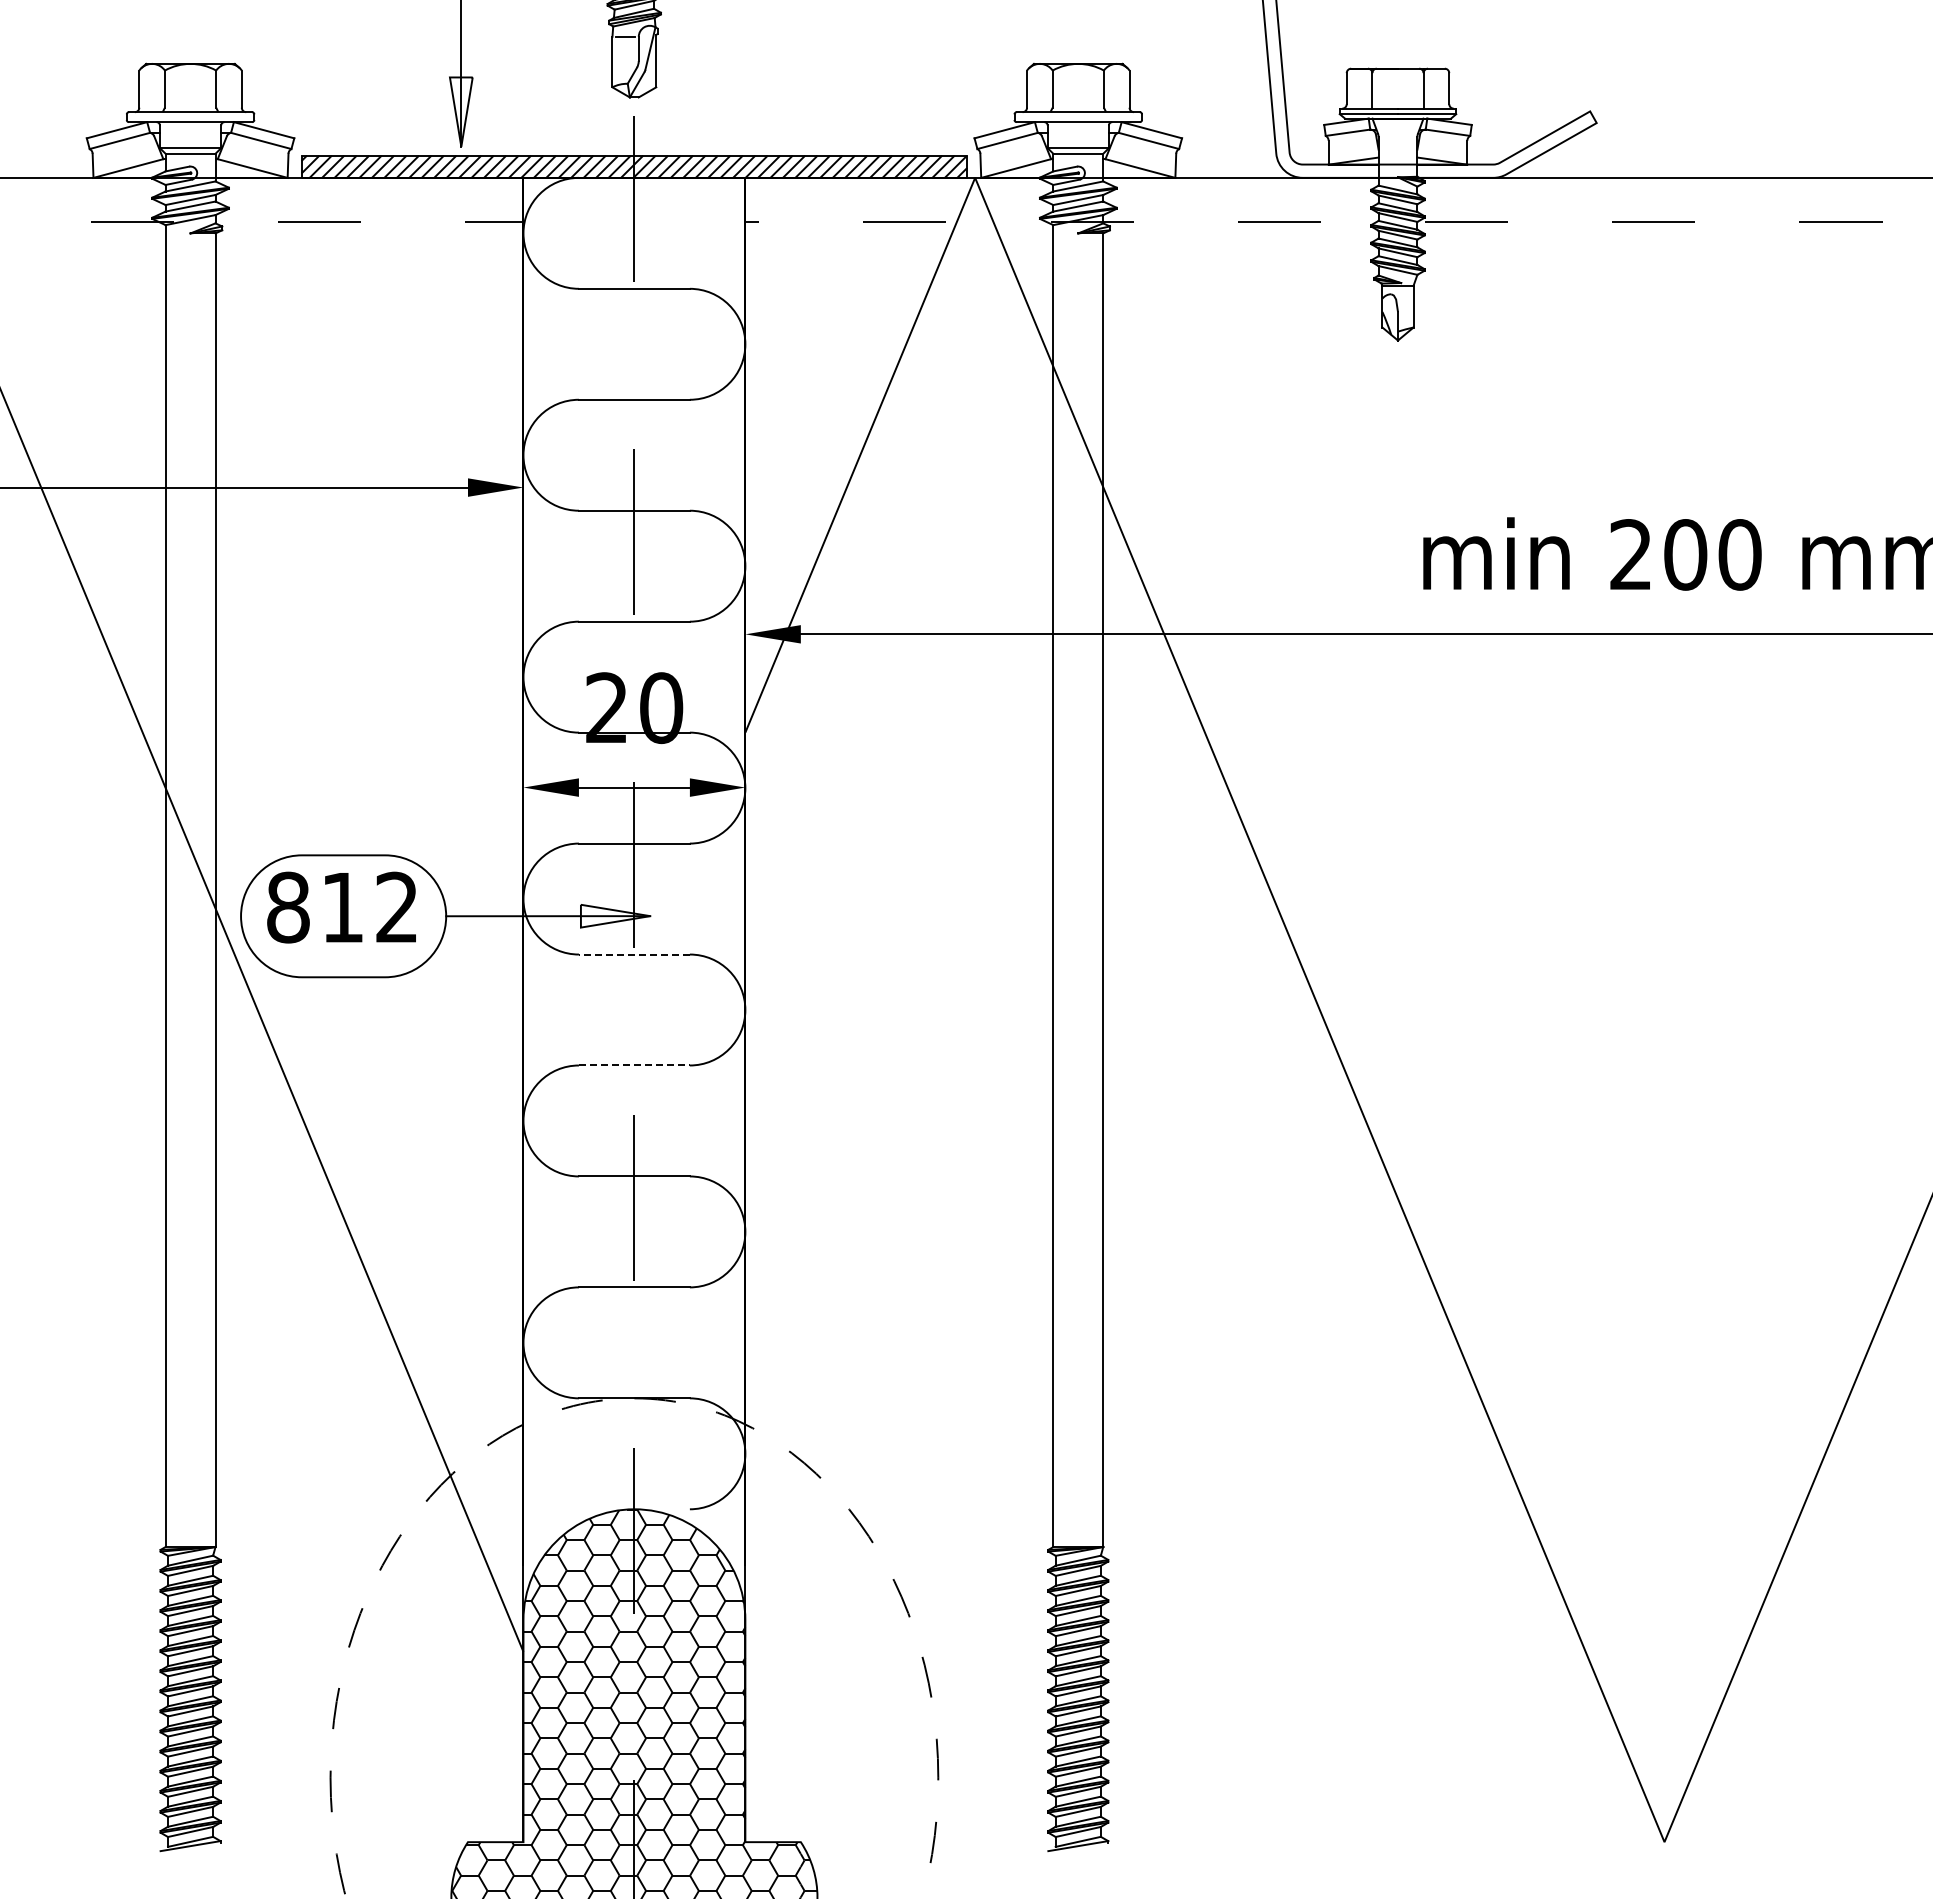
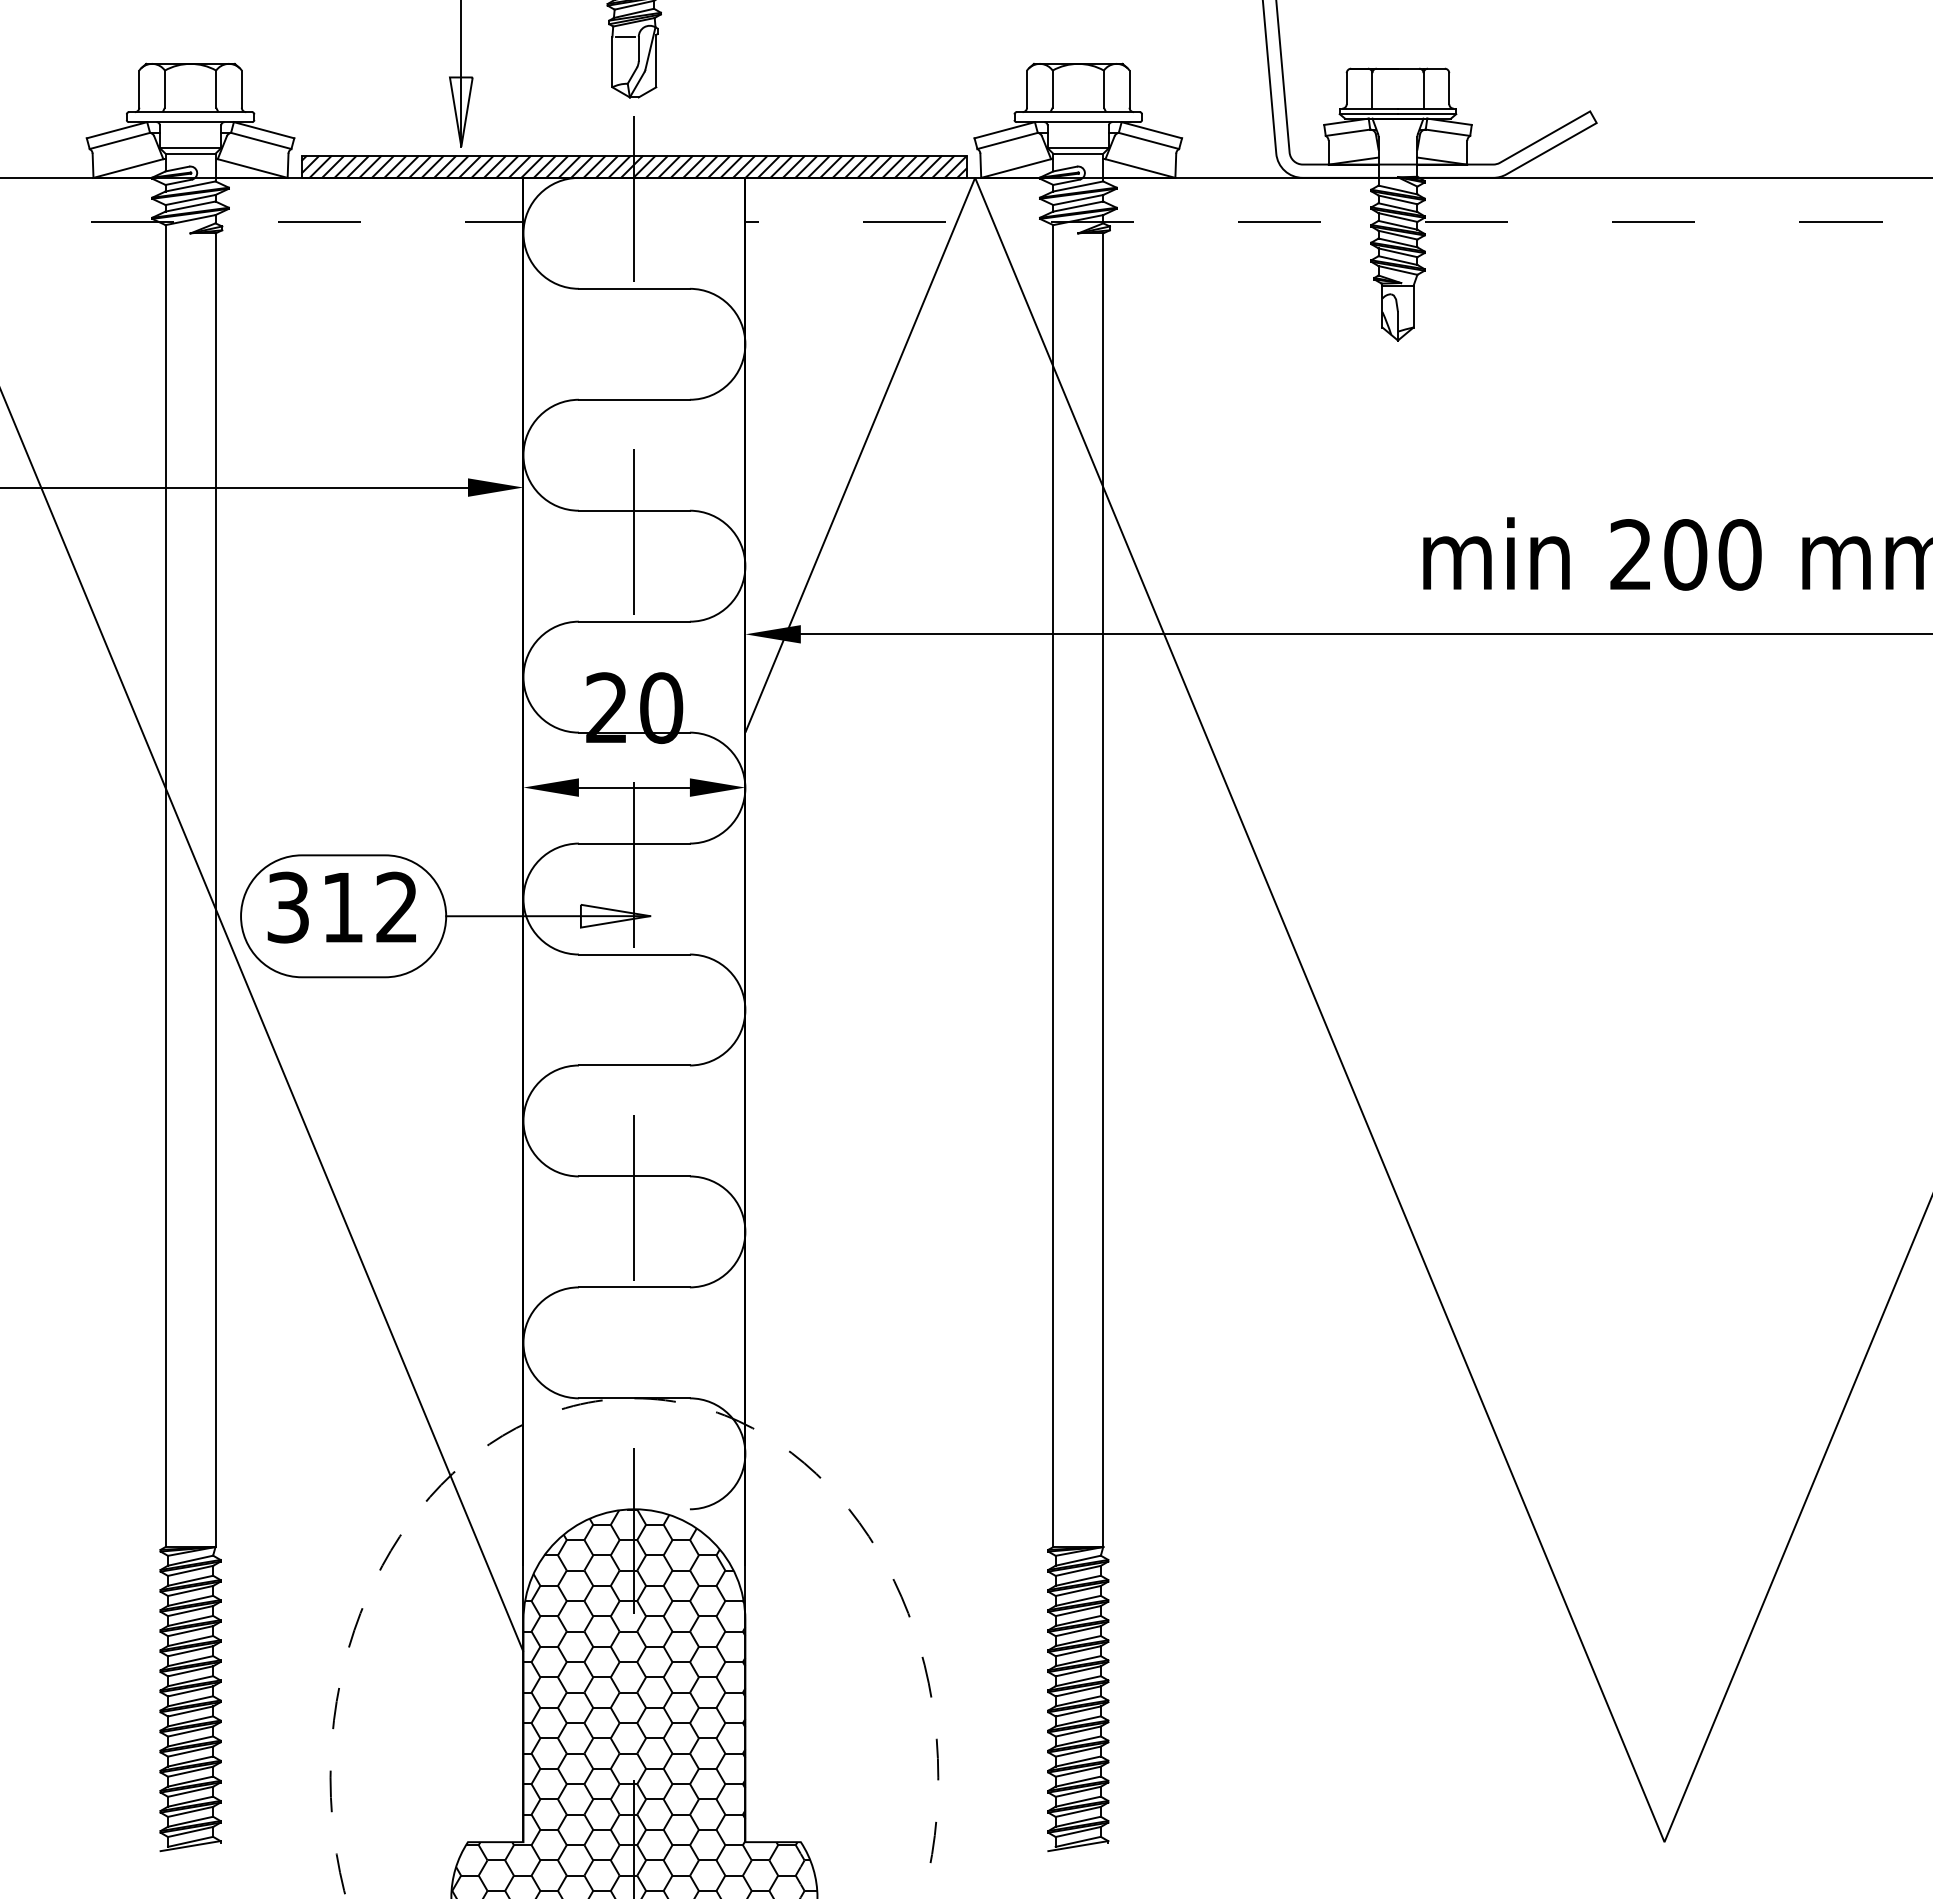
text at (288, 907): 812 -> 312
line at (633, 954): dashed -> solid
line at (634, 1065): dashed -> solid
